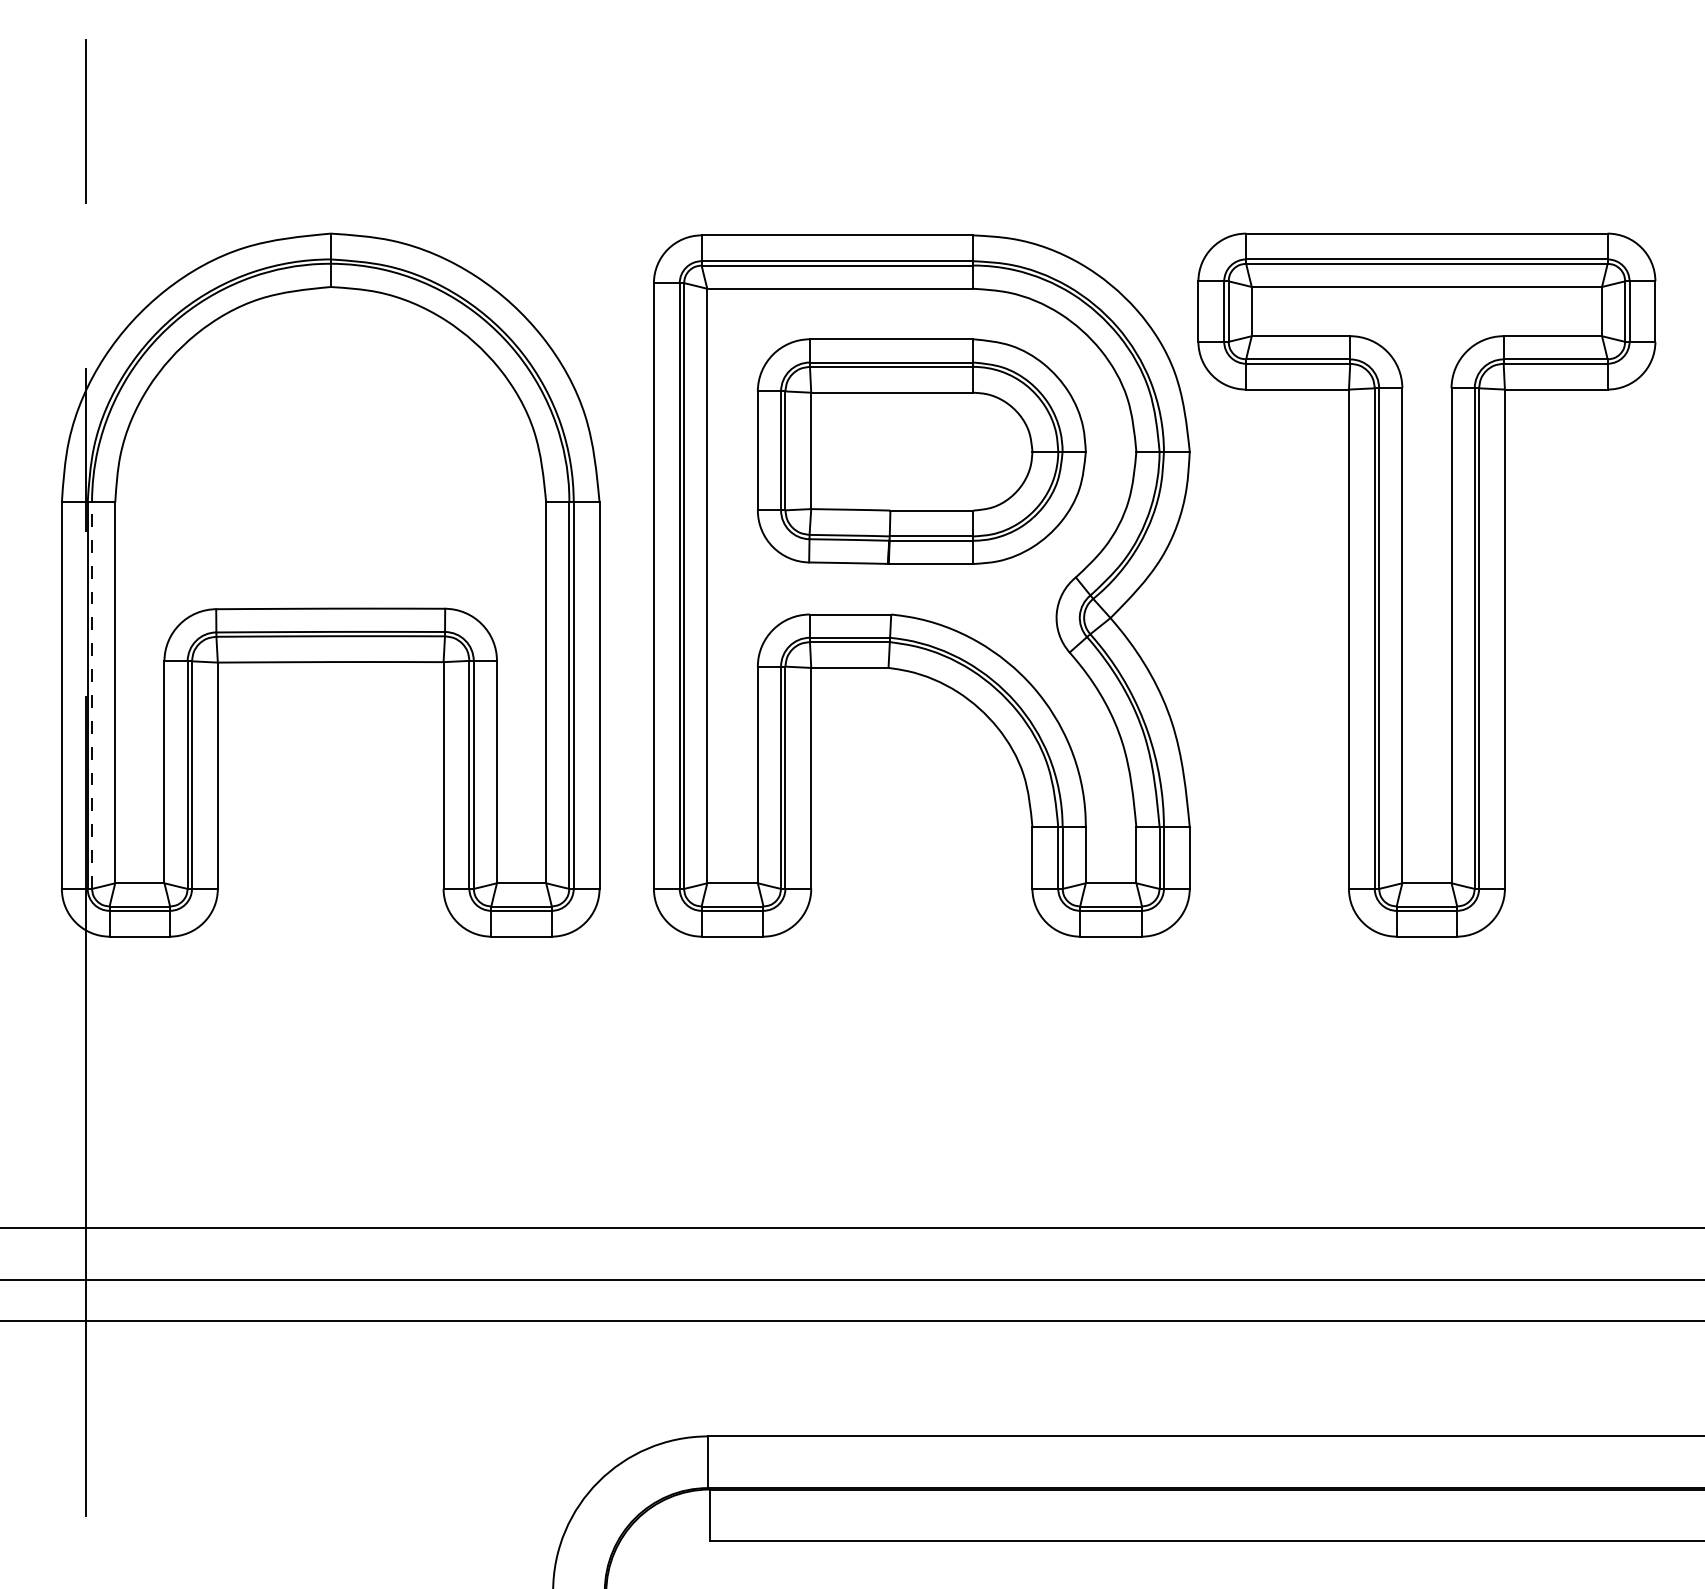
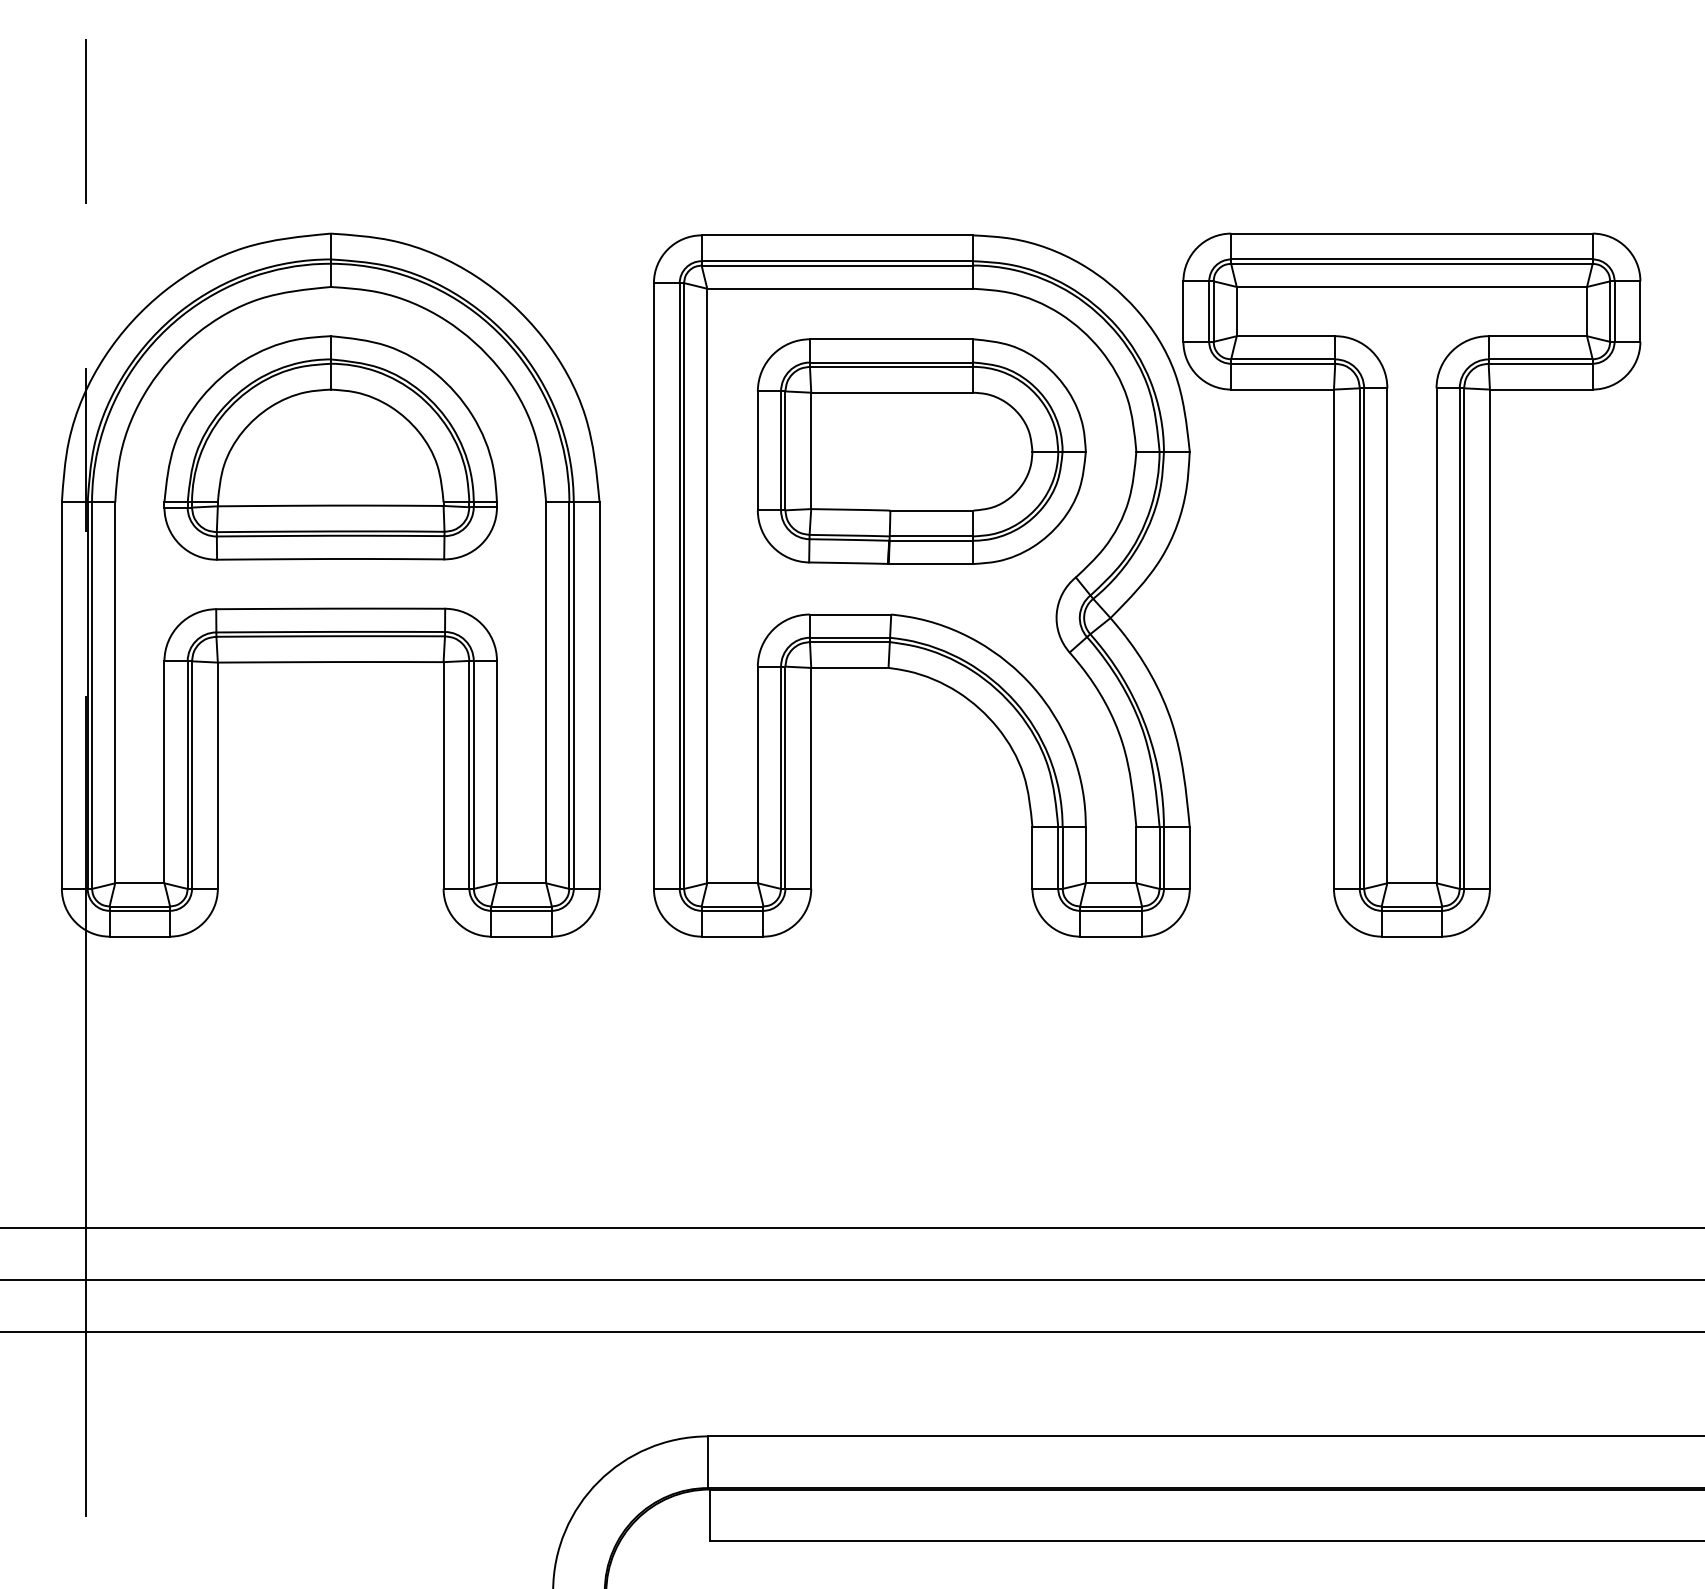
part at (330, 447): none -> present
part at (1426, 584) position: (1426, 584) -> (1411, 584)
line at (92, 695): dashed -> solid
line at (851, 1320) position: (851, 1320) -> (851, 1331)
